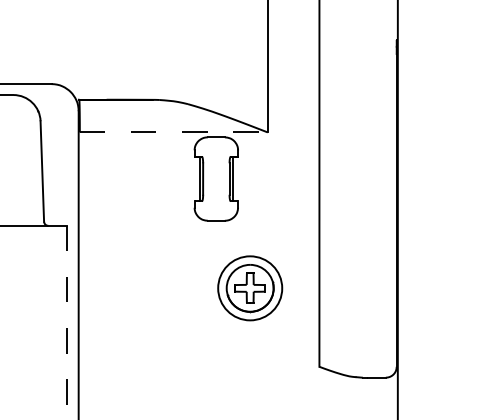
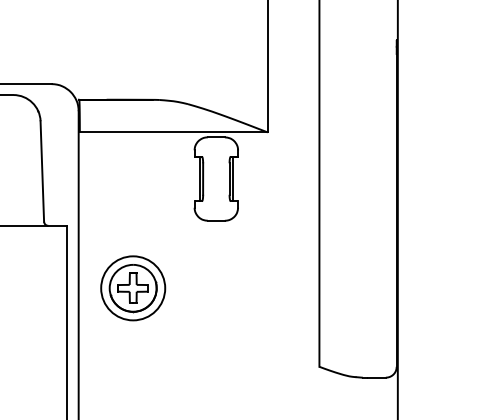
line at (173, 132): dashed -> solid
part at (250, 288) position: (250, 288) -> (133, 288)
line at (66, 322): dashed -> solid
